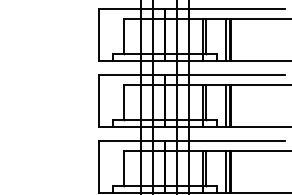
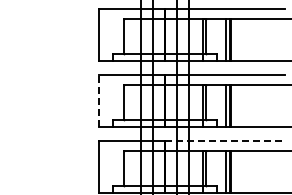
line at (98, 101): solid -> dashed
line at (225, 141): solid -> dashed
